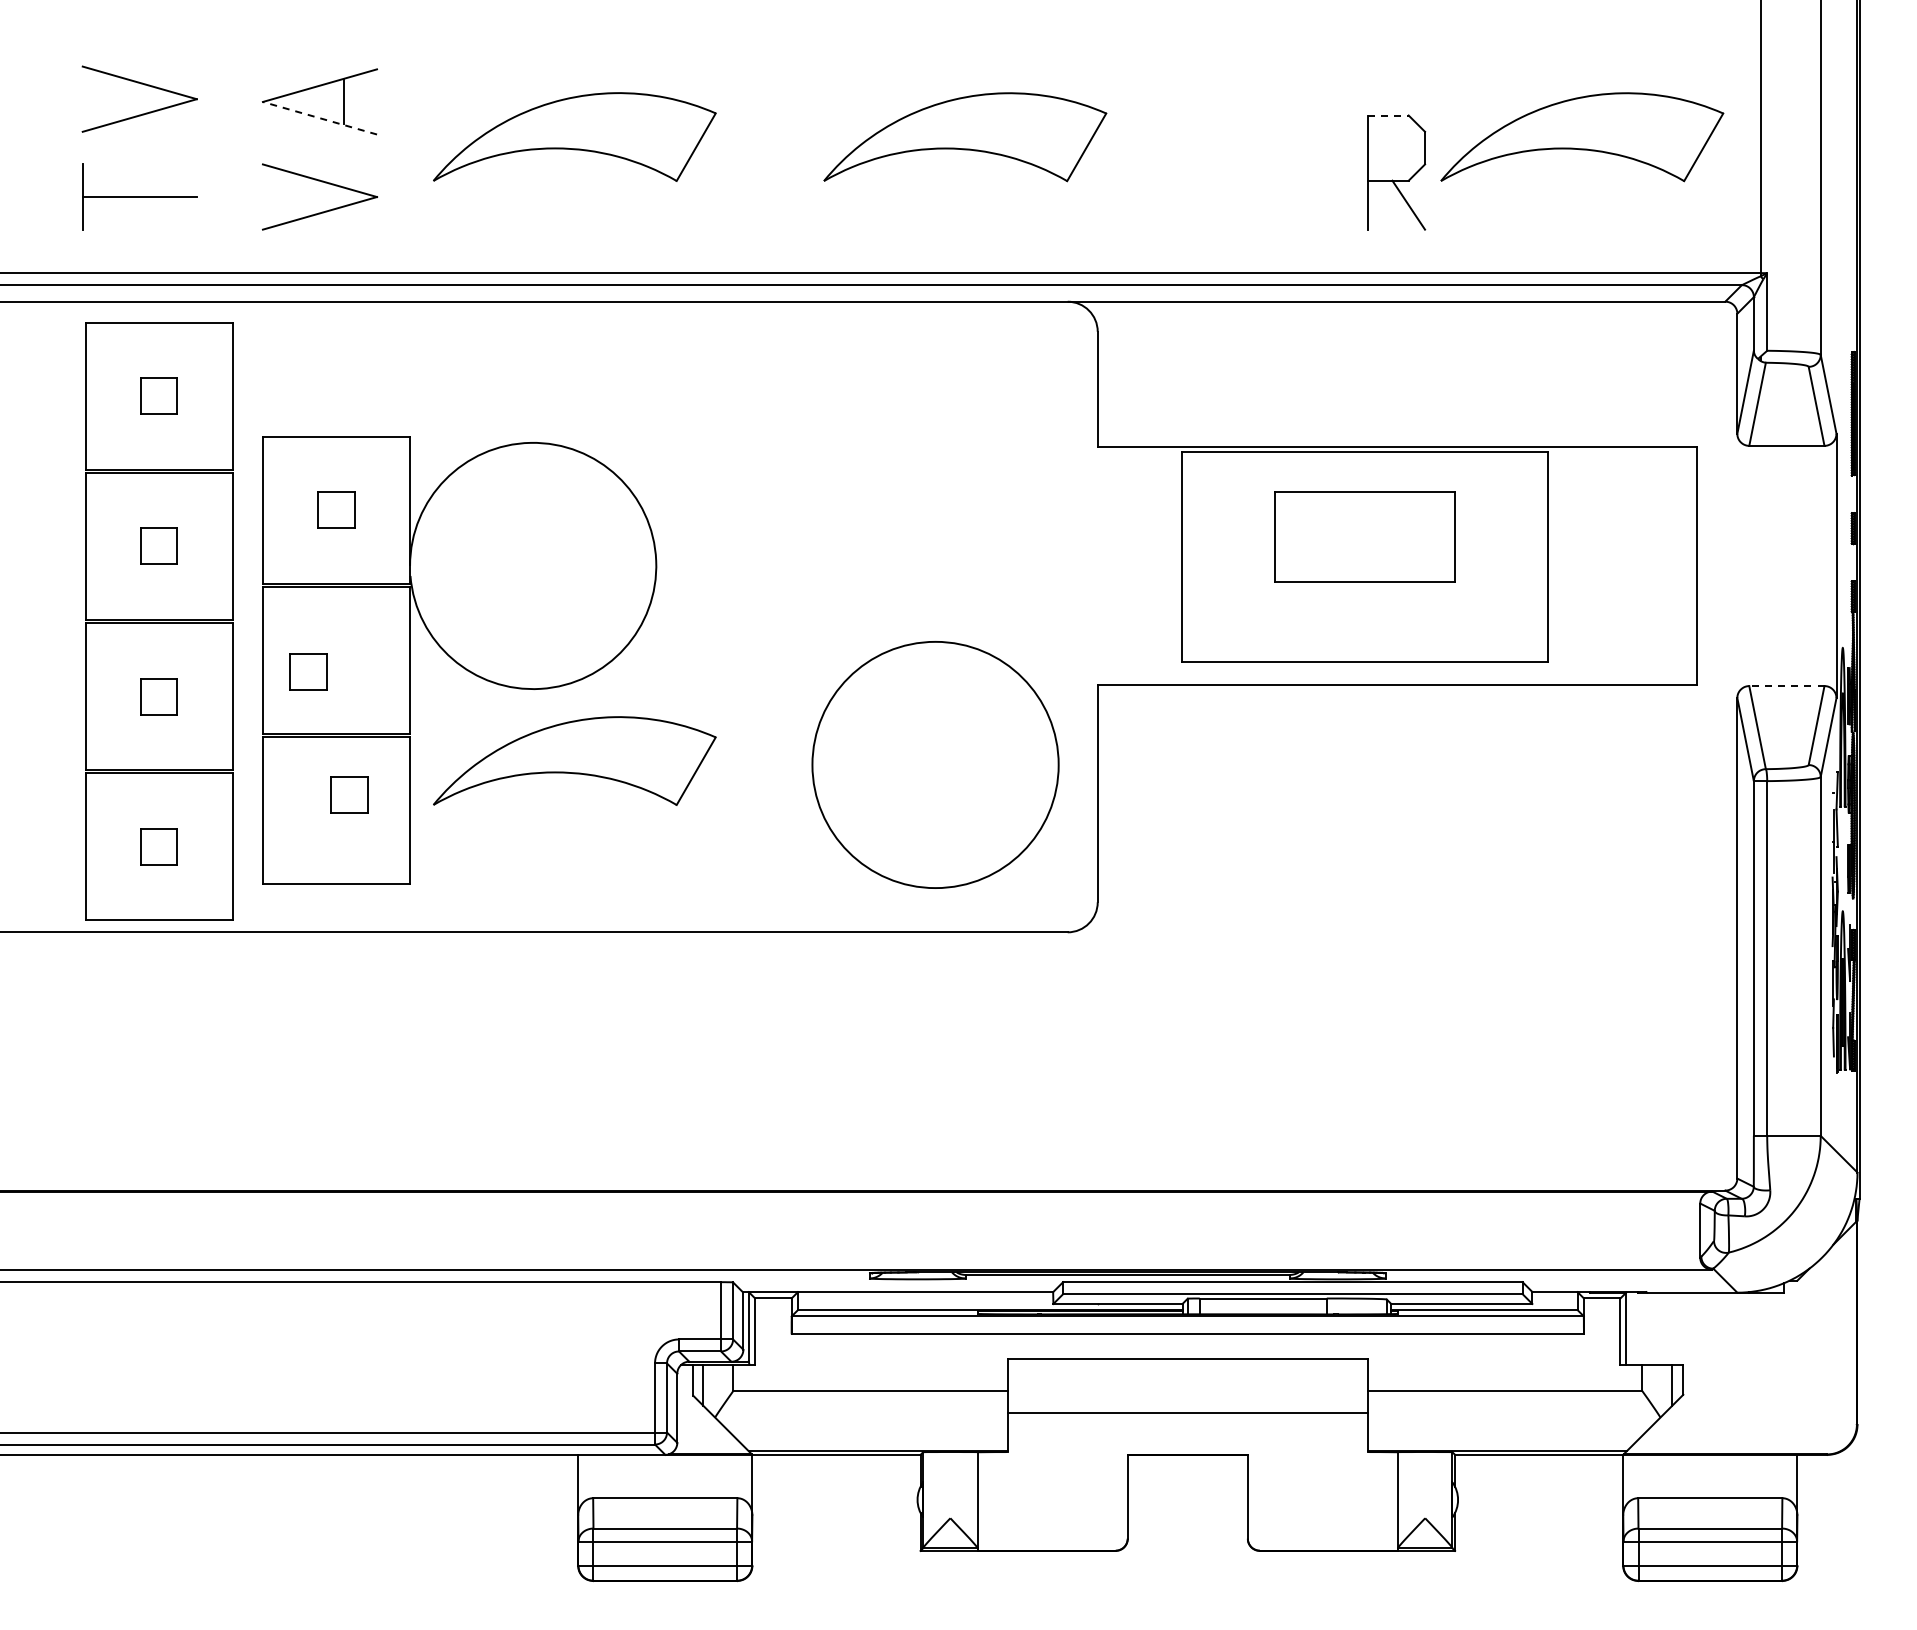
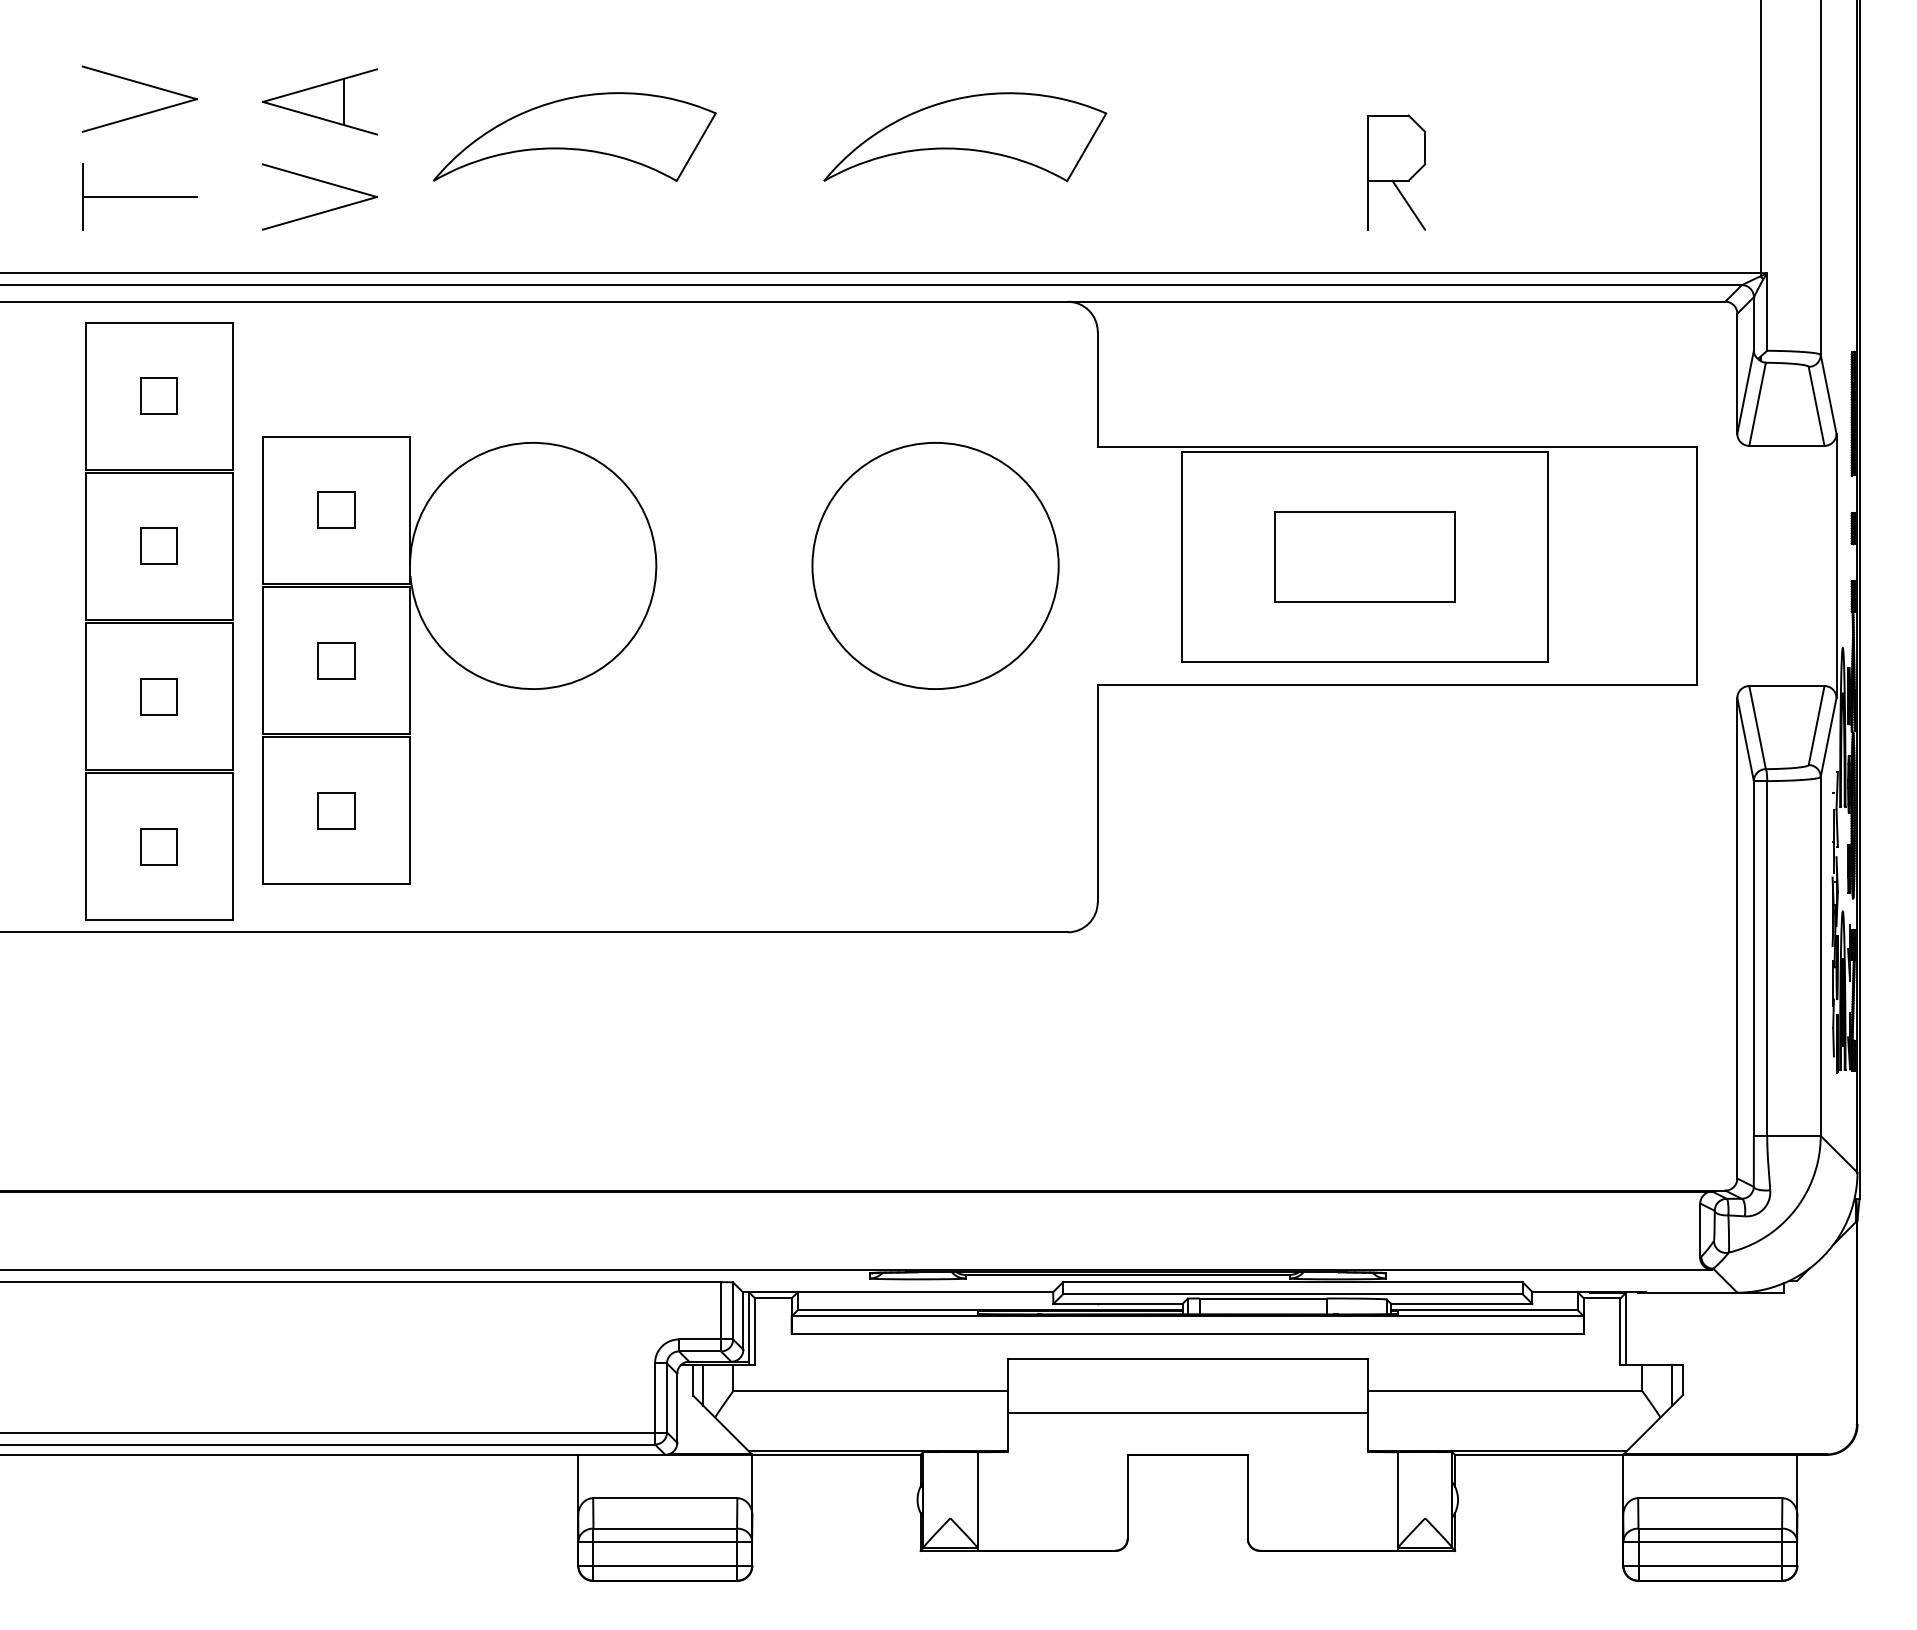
line at (1388, 115): dashed -> solid
line at (319, 118): dashed -> solid
part at (1582, 137): present -> none
part at (1364, 536) position: (1364, 536) -> (1364, 556)
part at (308, 671) position: (308, 671) -> (336, 660)
line at (1786, 686): dashed -> solid
part at (574, 760): present -> none
circle at (935, 764) position: (935, 764) -> (935, 565)
part at (349, 794) position: (349, 794) -> (336, 810)
